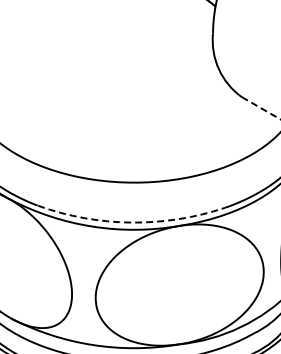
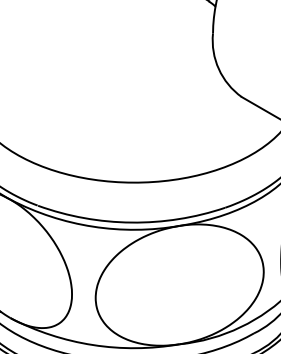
line at (261, 108): dashed -> solid
arc at (131, 222): dashed -> solid
